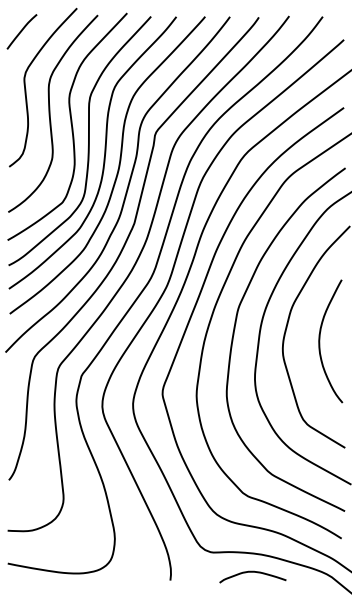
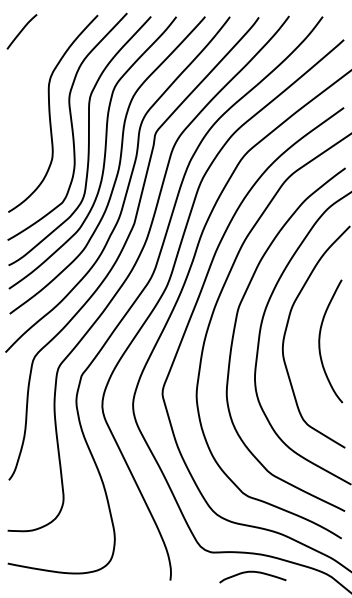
curve at (26, 89): present -> none
